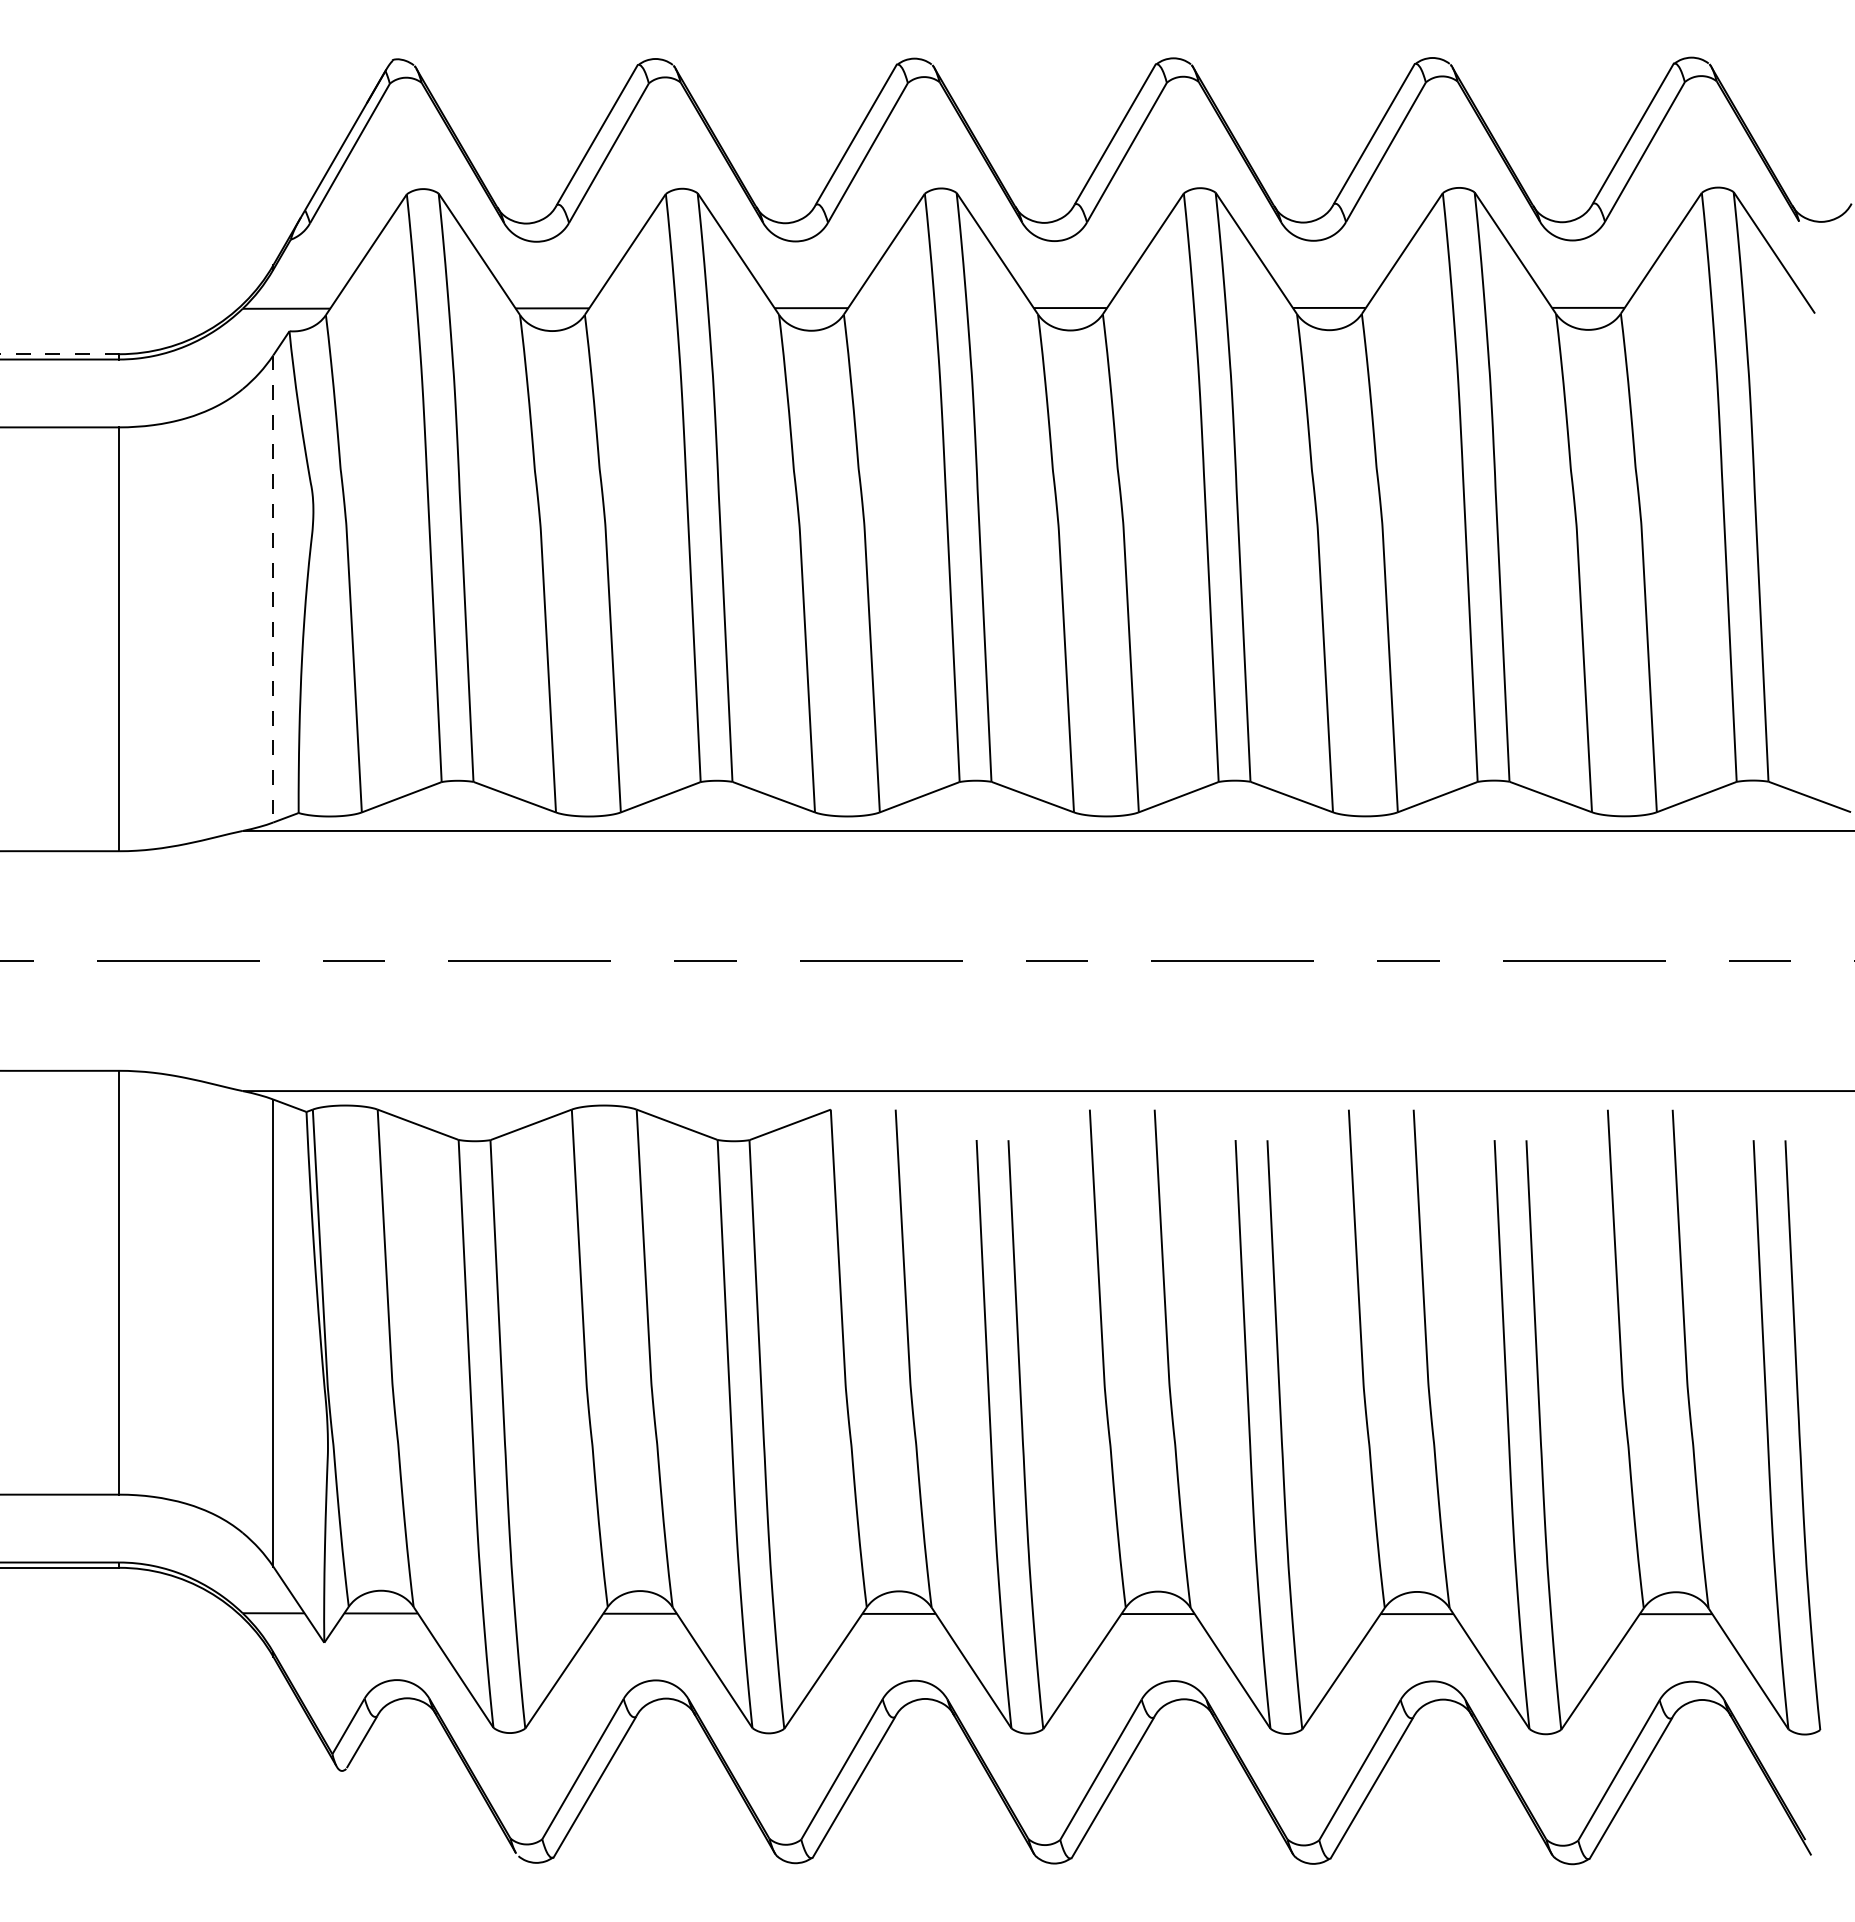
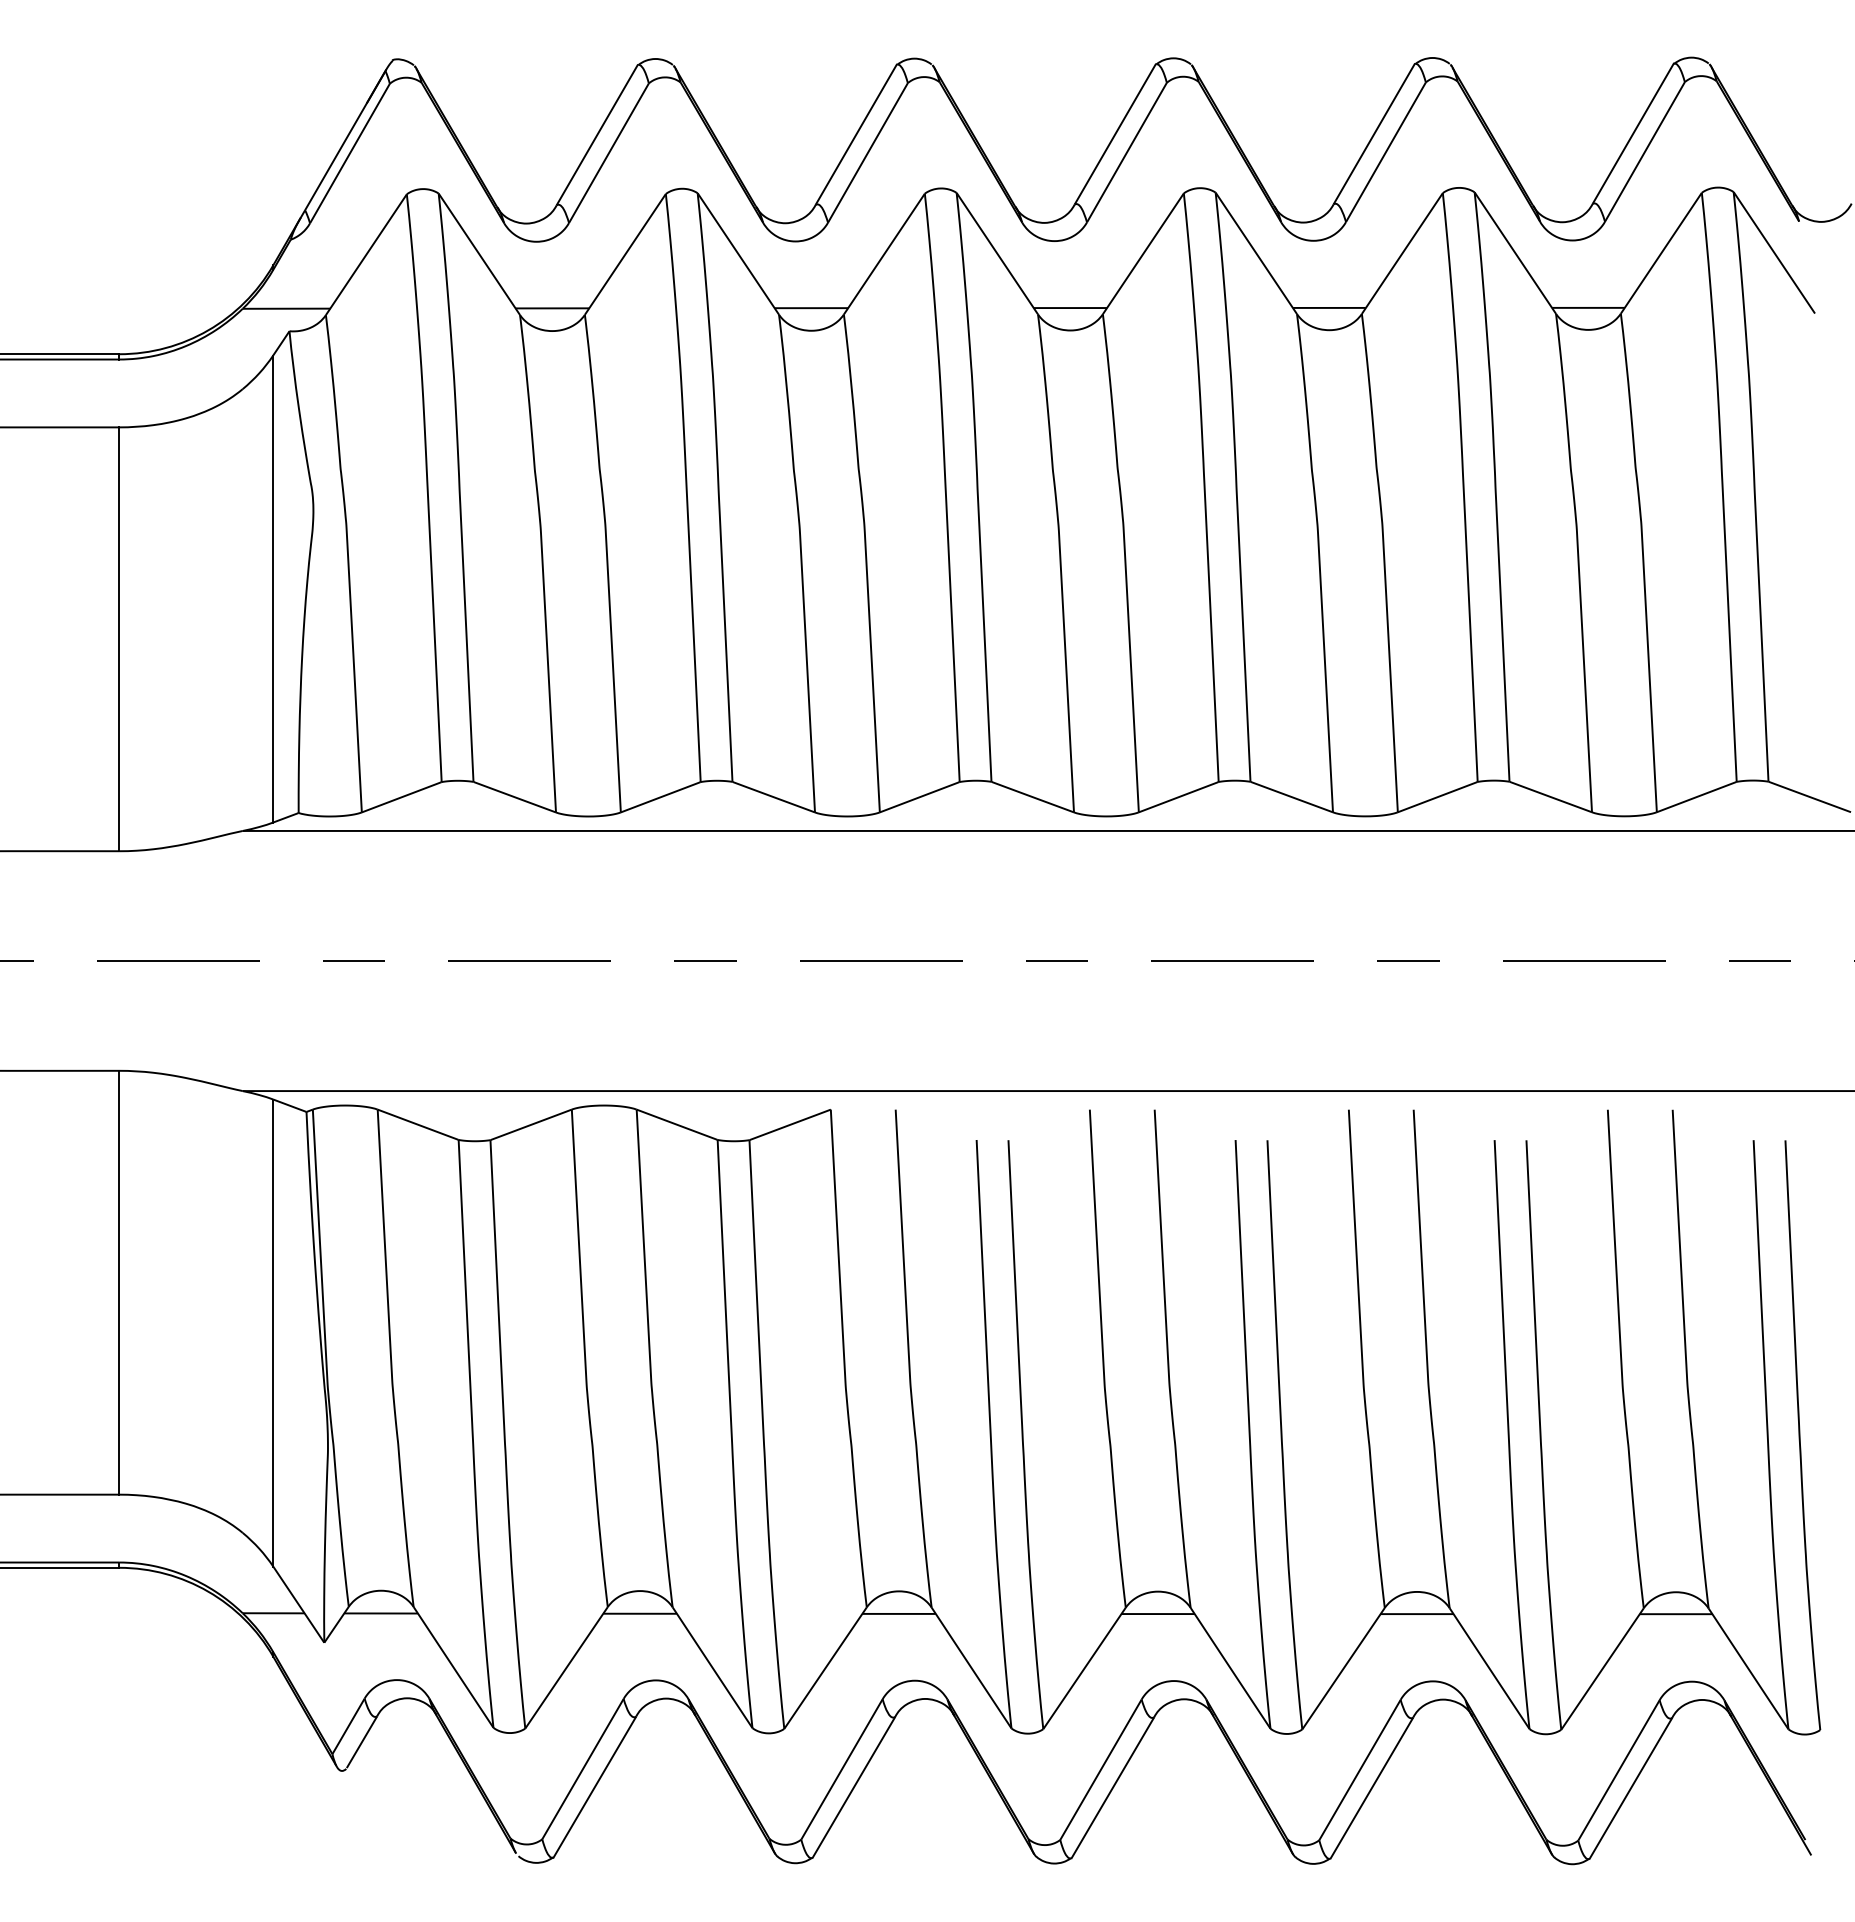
line at (59, 354): dashed -> solid
line at (273, 589): dashed -> solid
